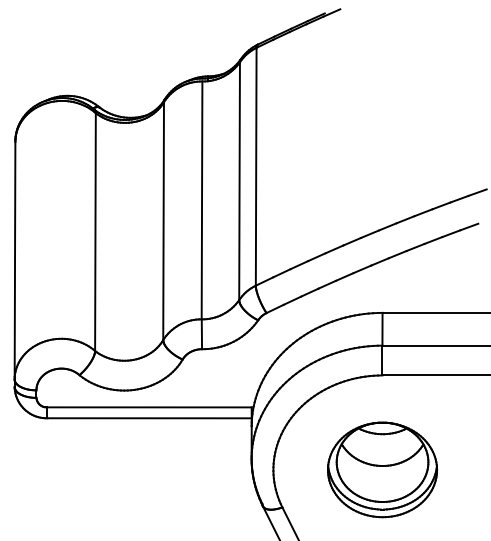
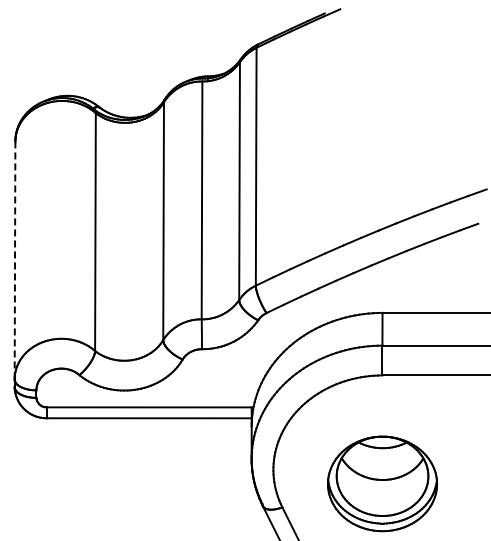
line at (15, 260): solid -> dashed
part at (382, 469) position: (382, 469) -> (382, 483)
